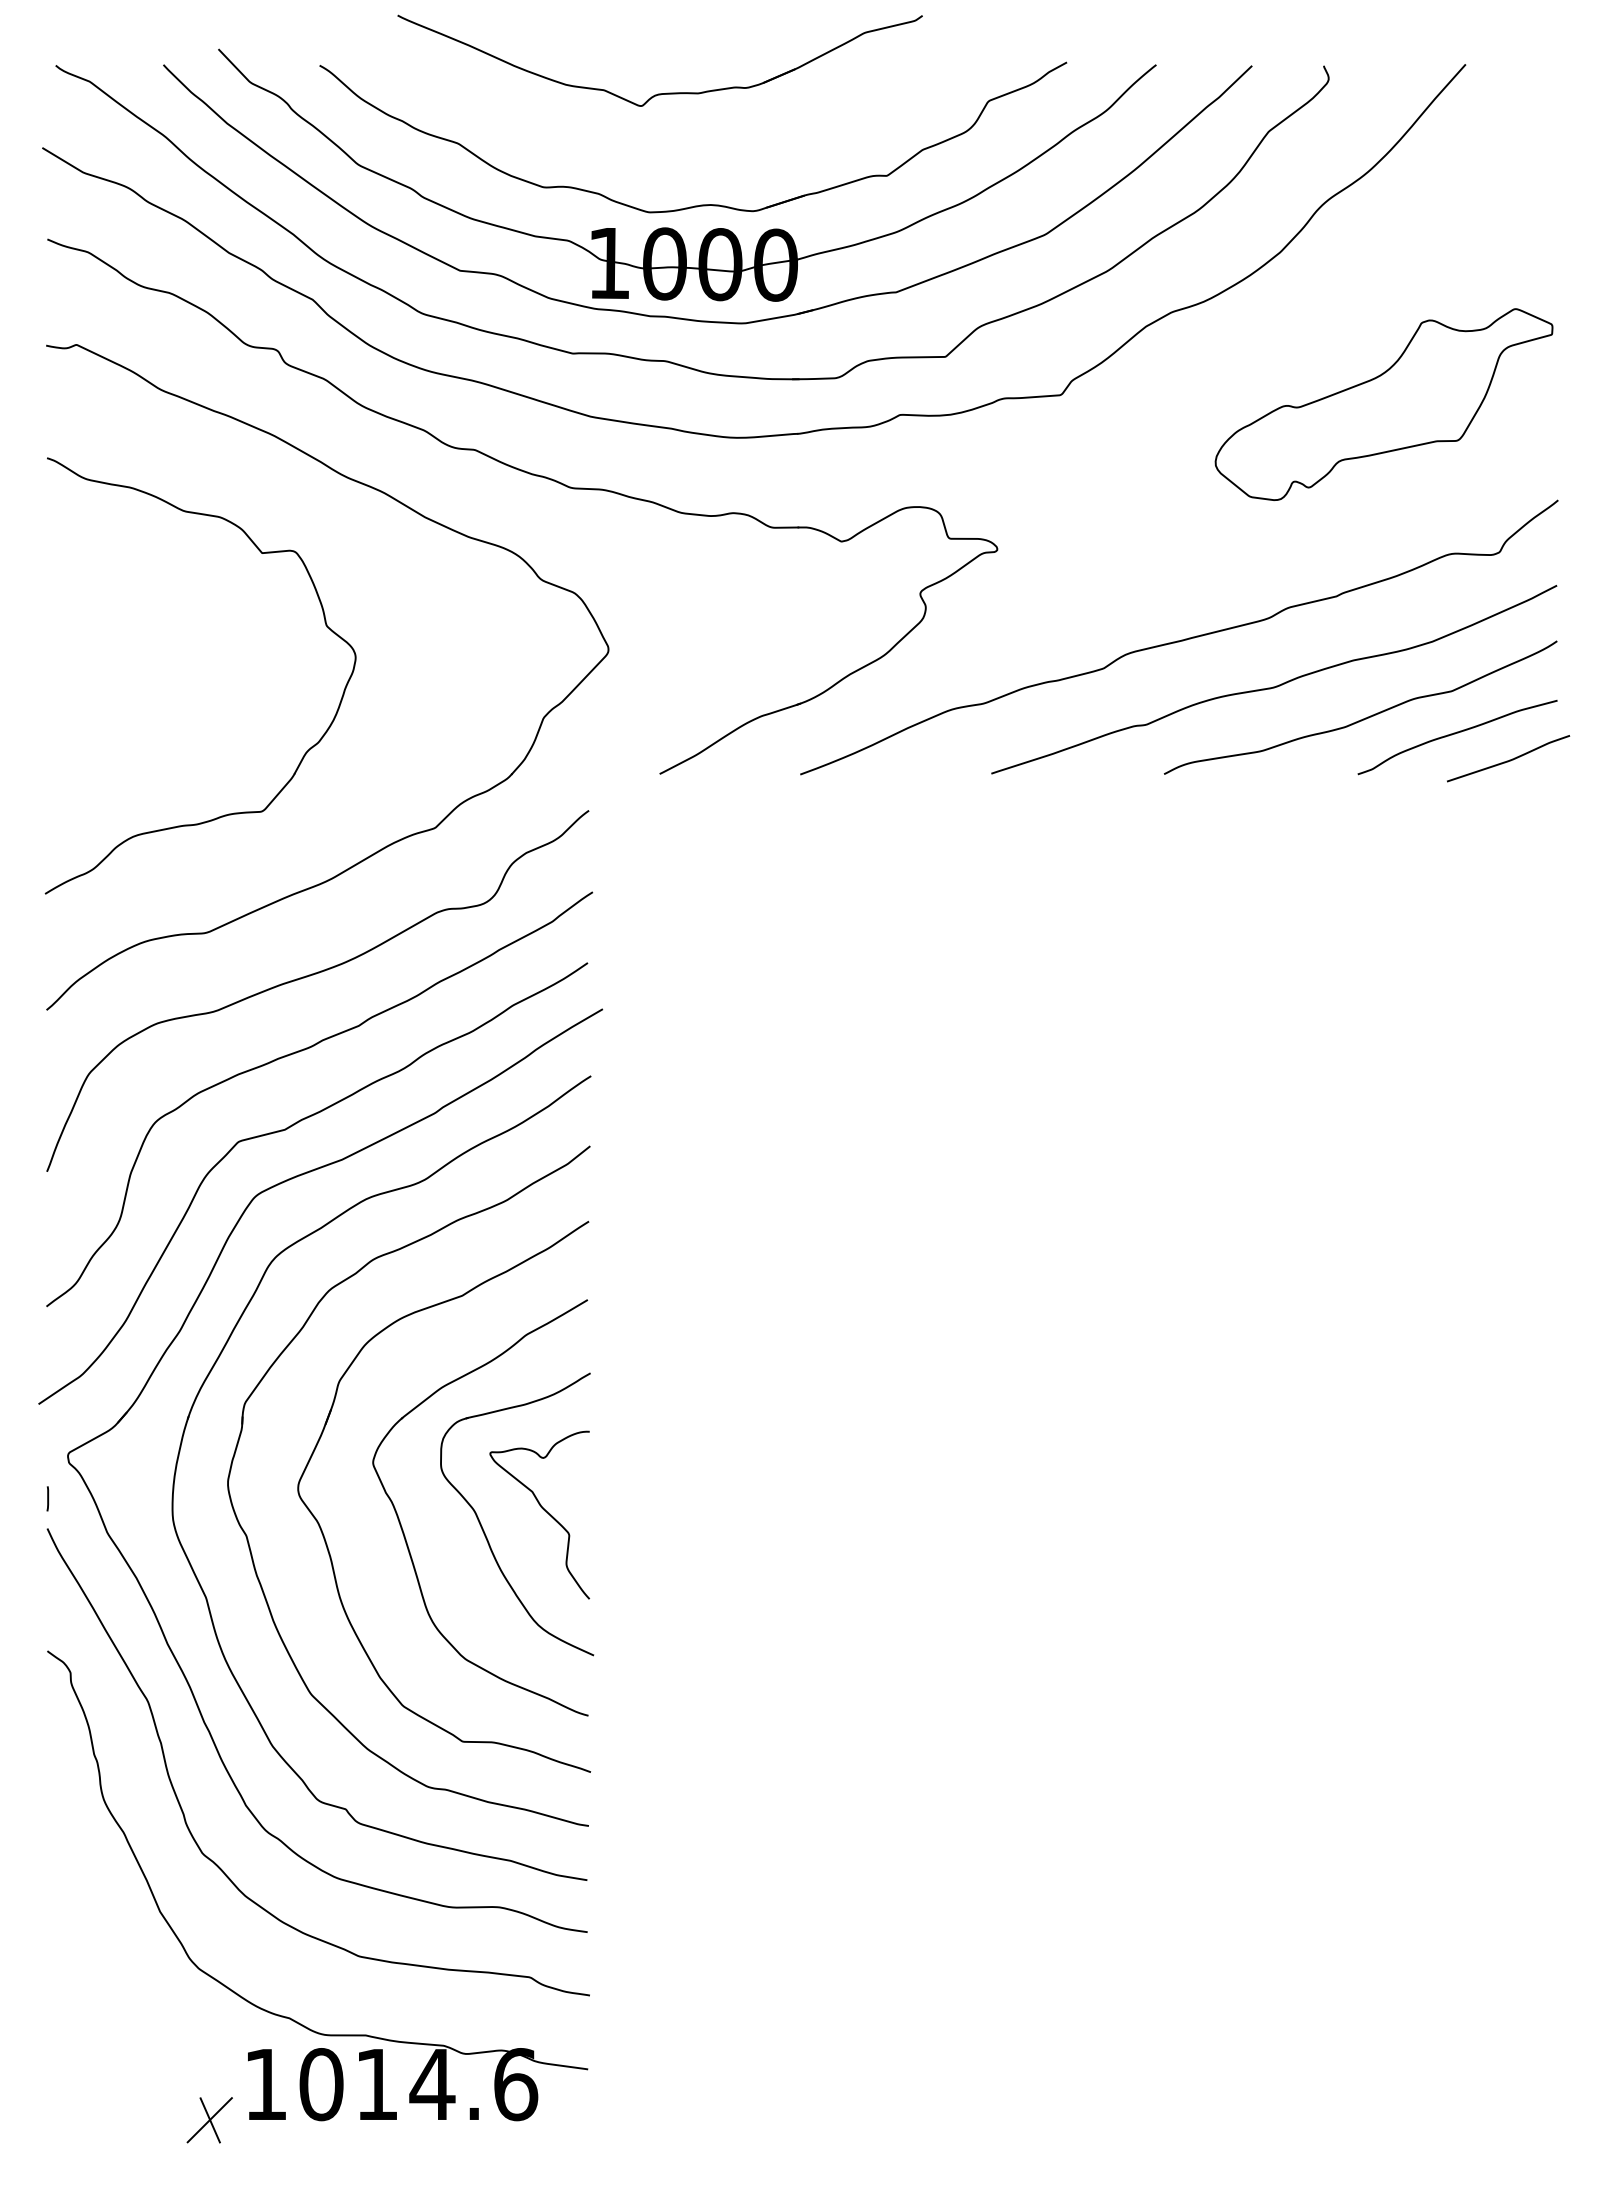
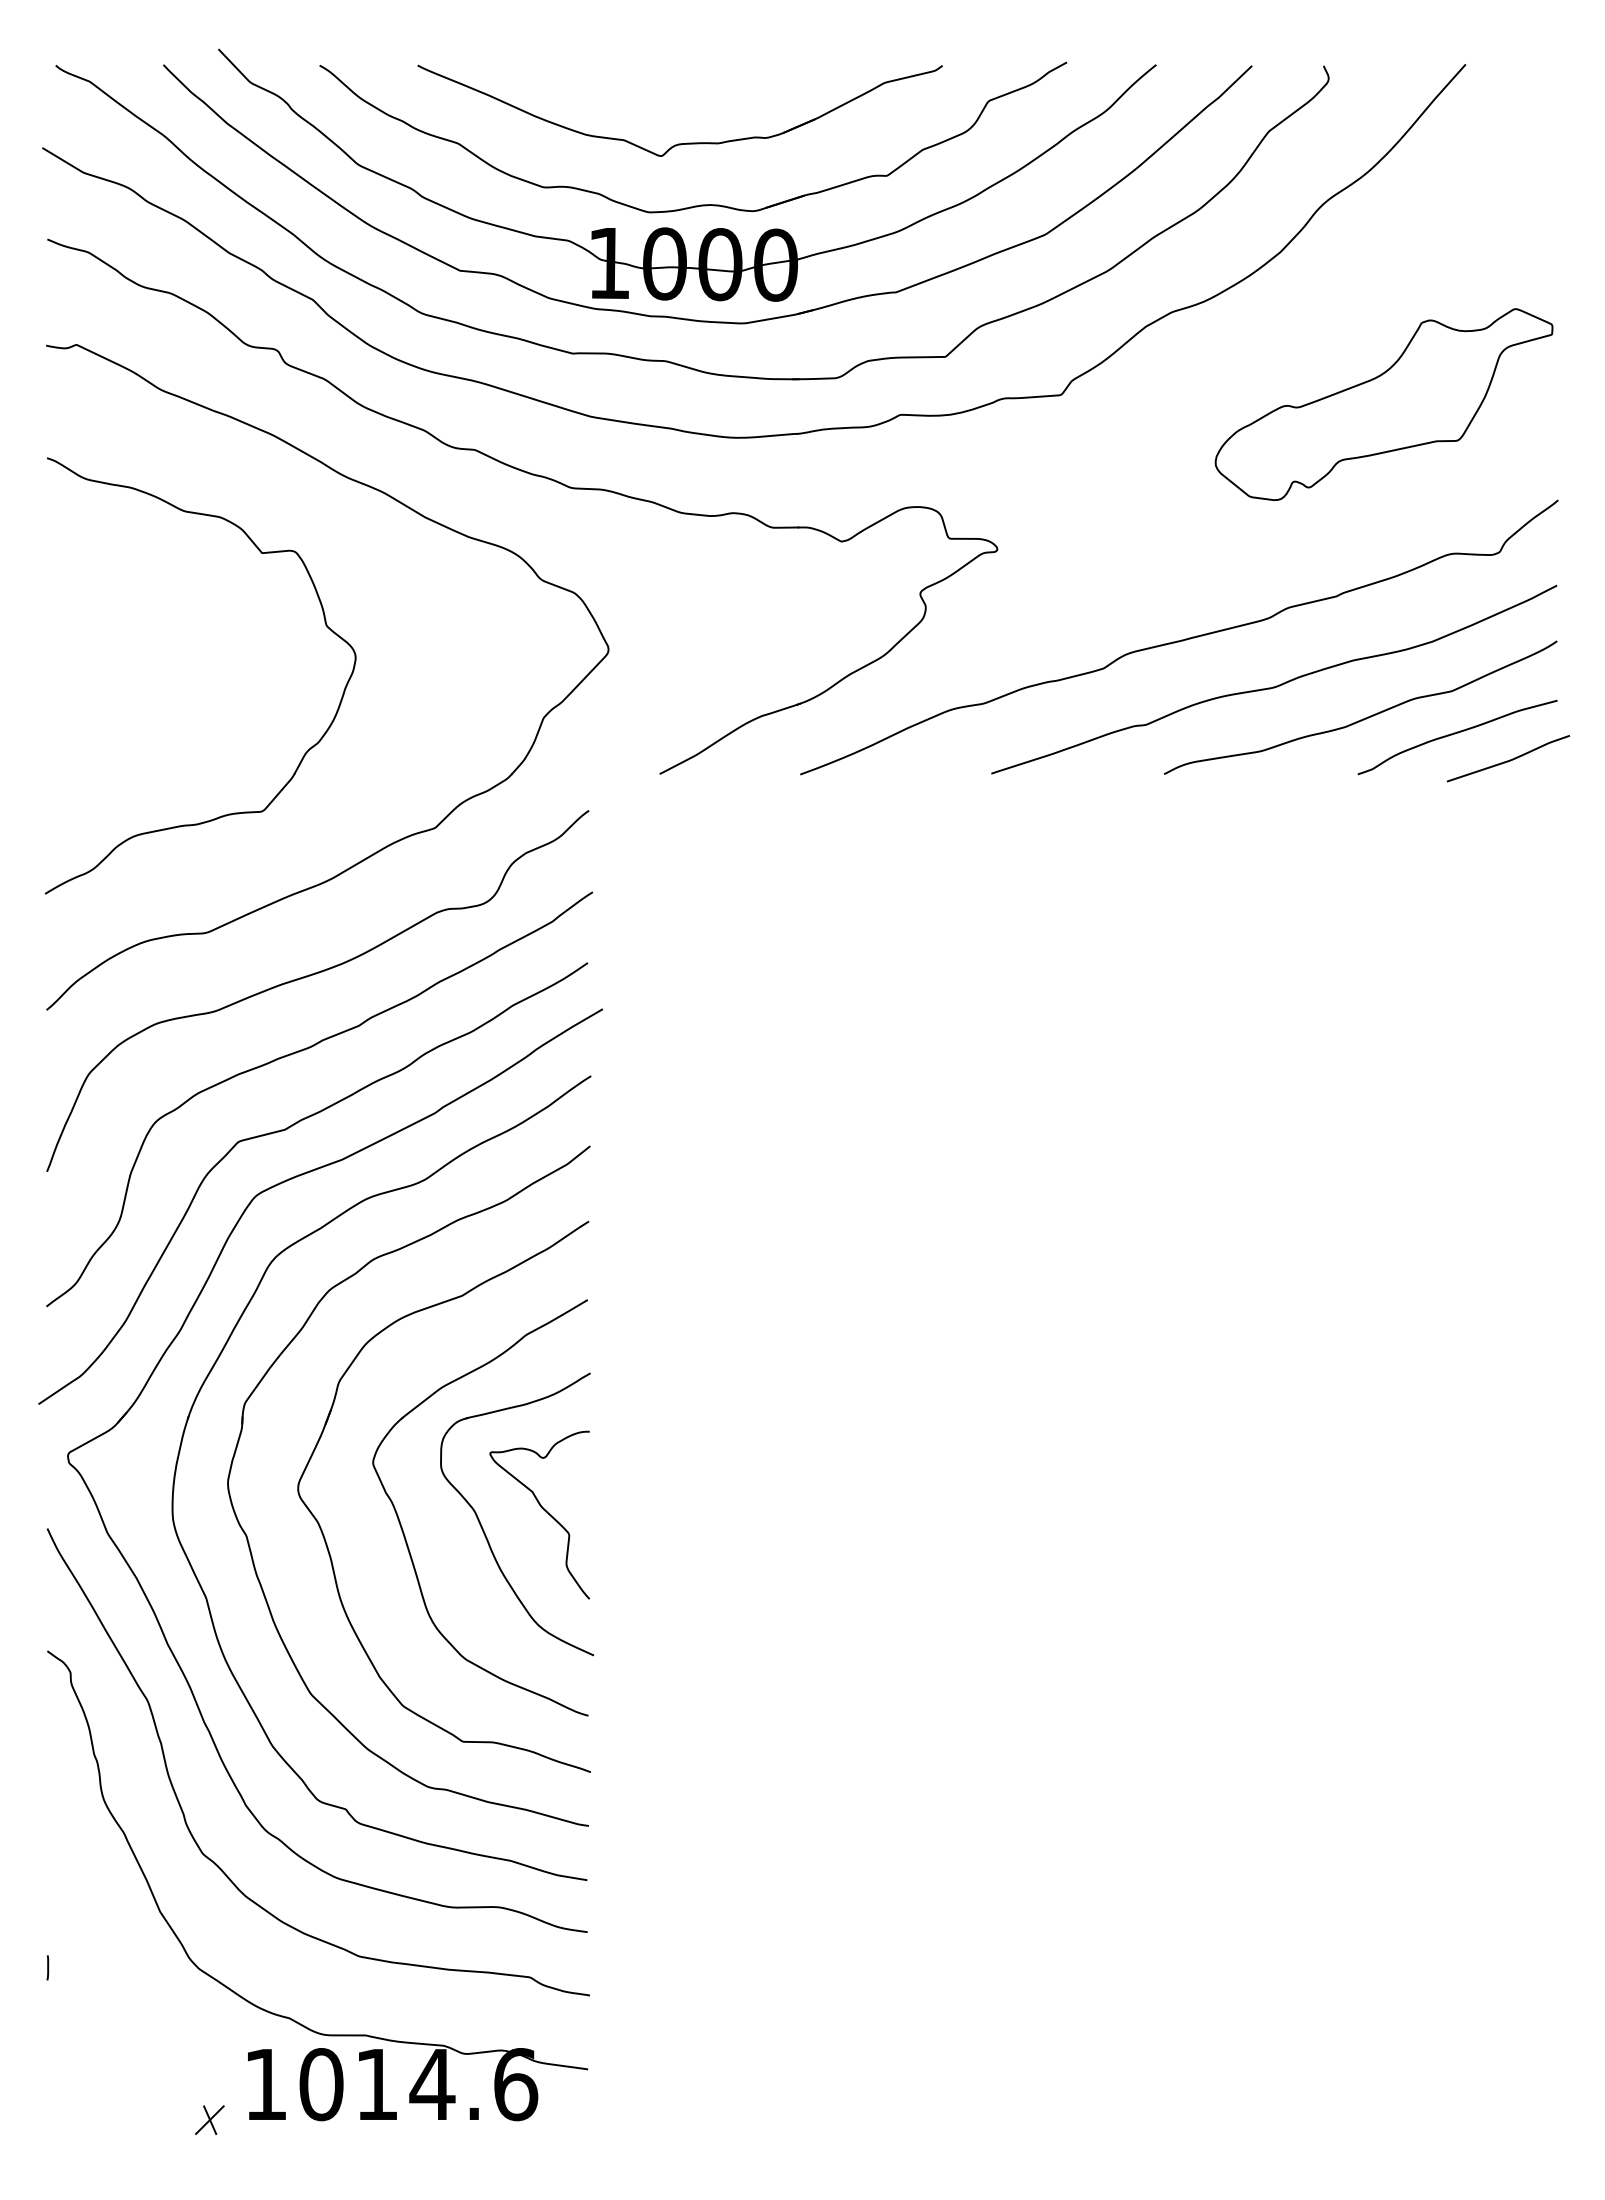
part at (666, 92) position: (666, 92) -> (686, 142)
line at (47, 1498) position: (47, 1498) -> (47, 1967)
part at (209, 2120) size: 47x47 px -> 30x30 px
